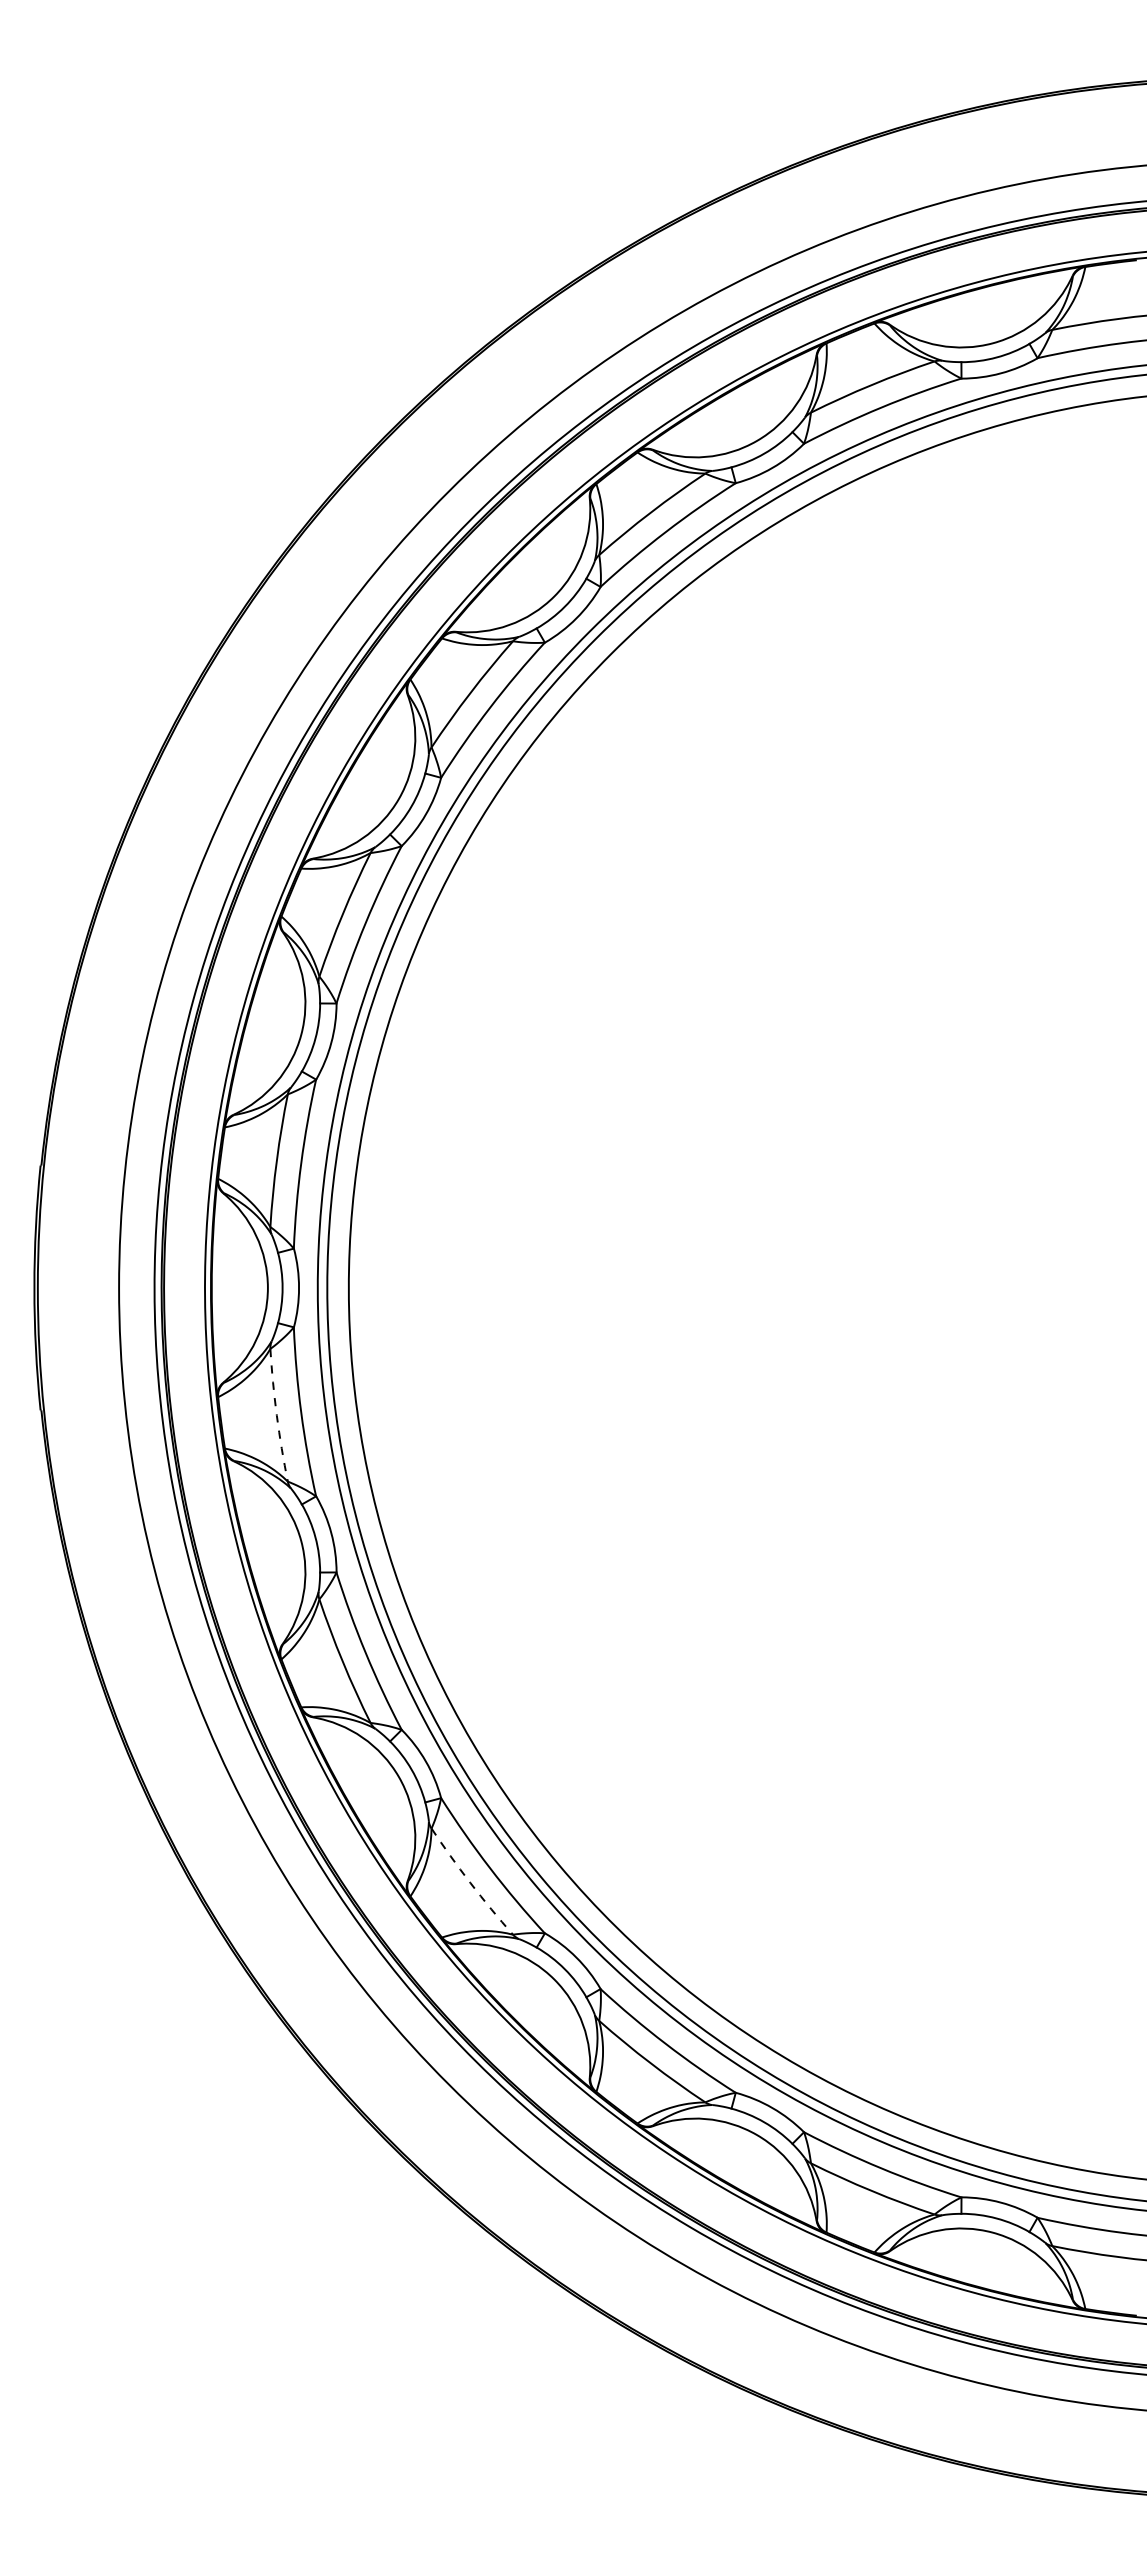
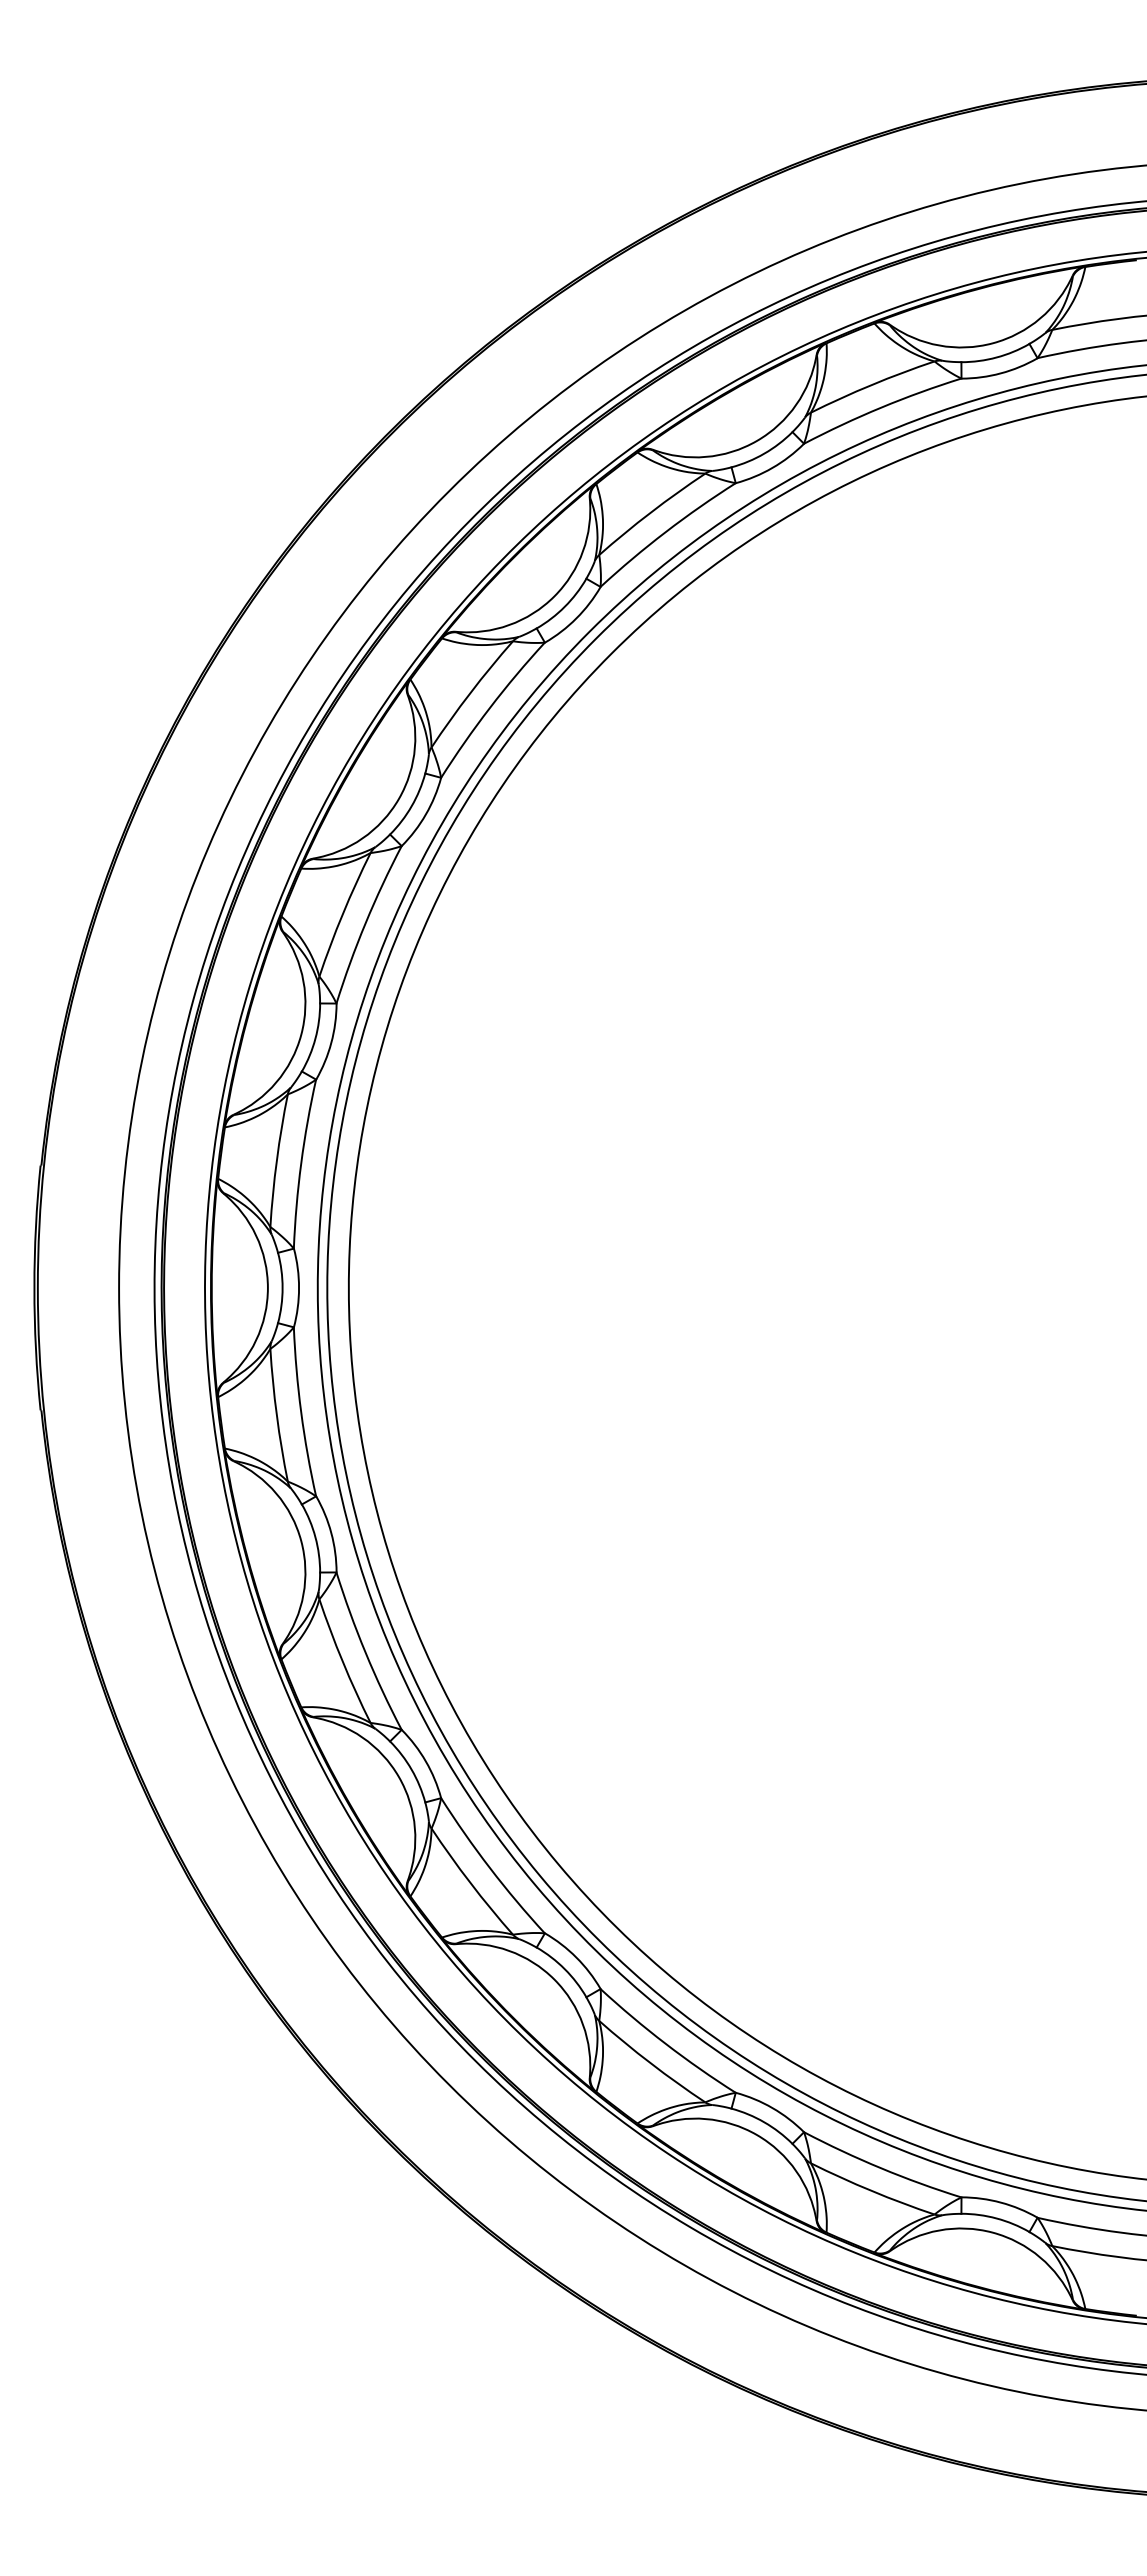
arc at (276, 1415): dashed -> solid
arc at (470, 1883): dashed -> solid
